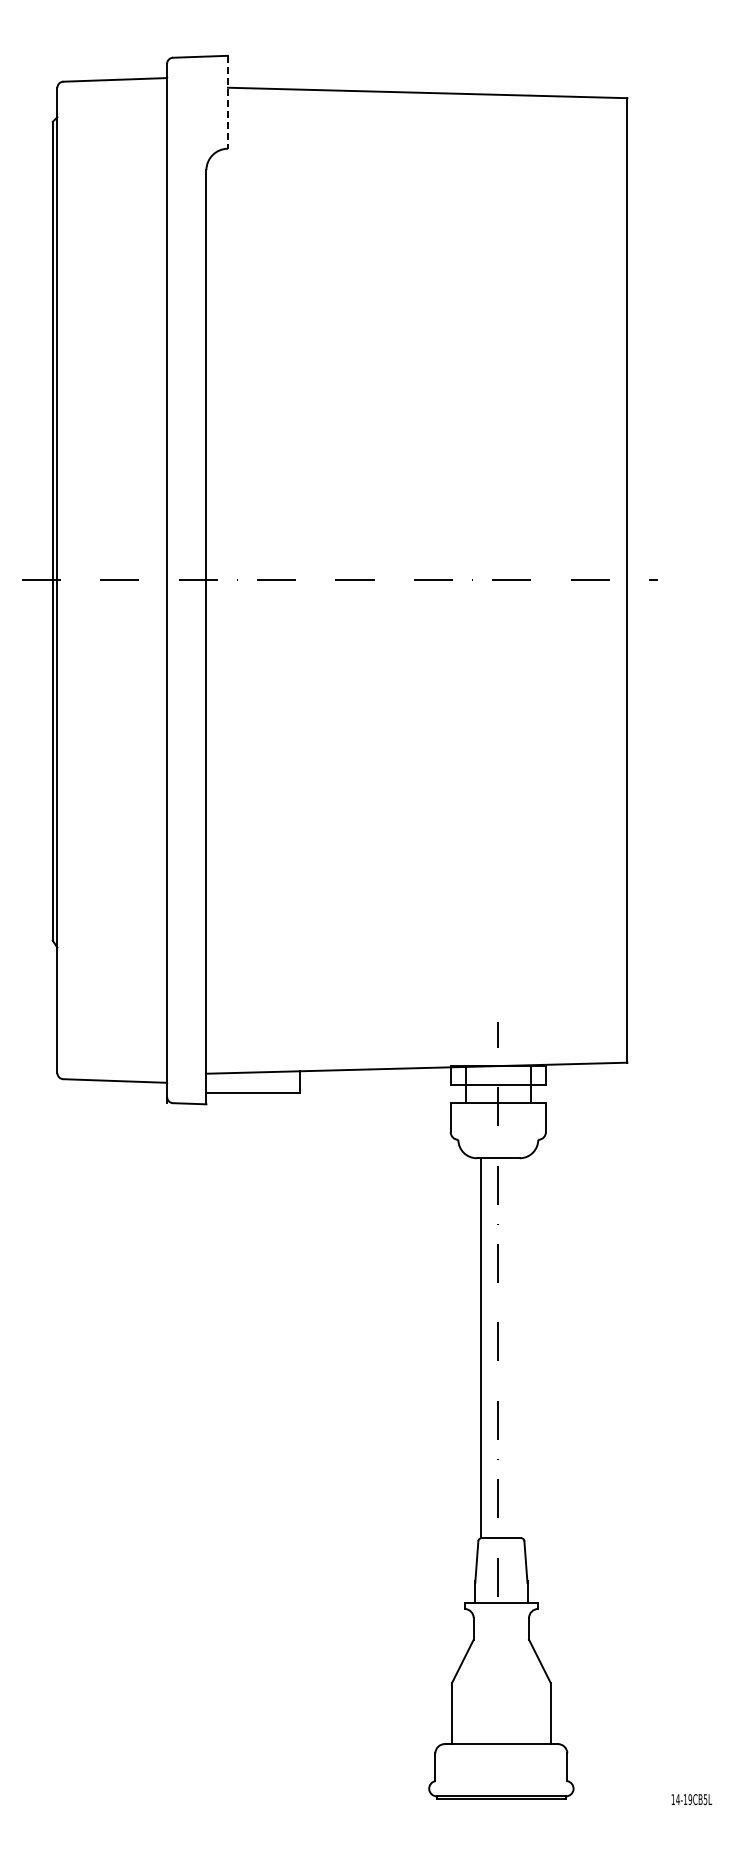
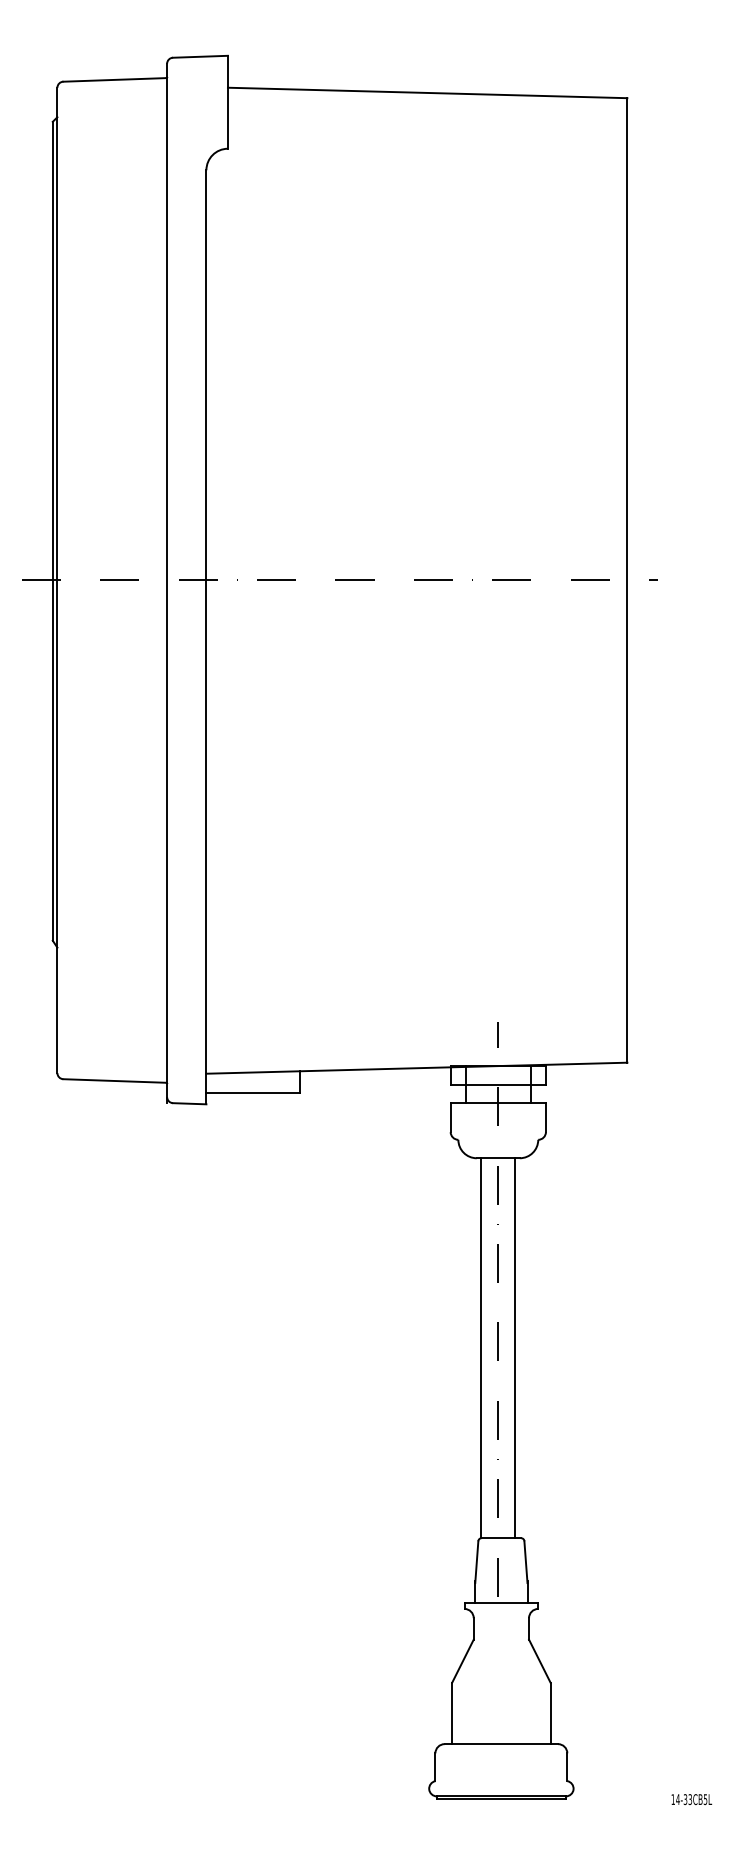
line at (227, 102): dashed -> solid
line at (515, 1348): none -> present
text at (687, 1799): 14-19CB5L -> 14-33CB5L
